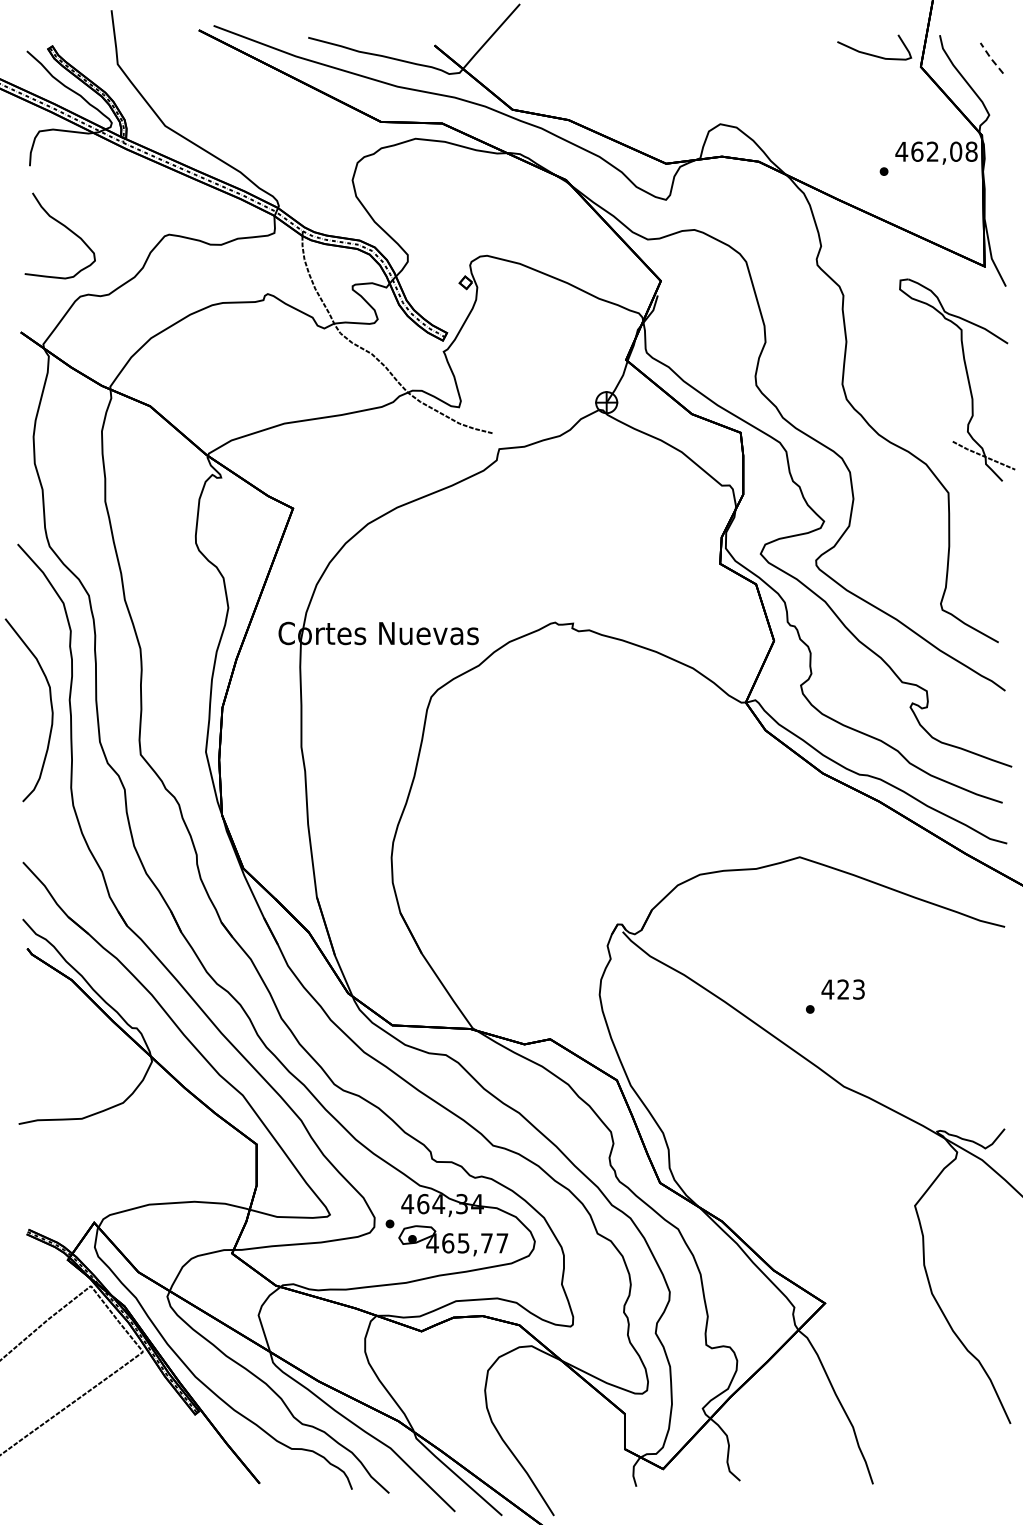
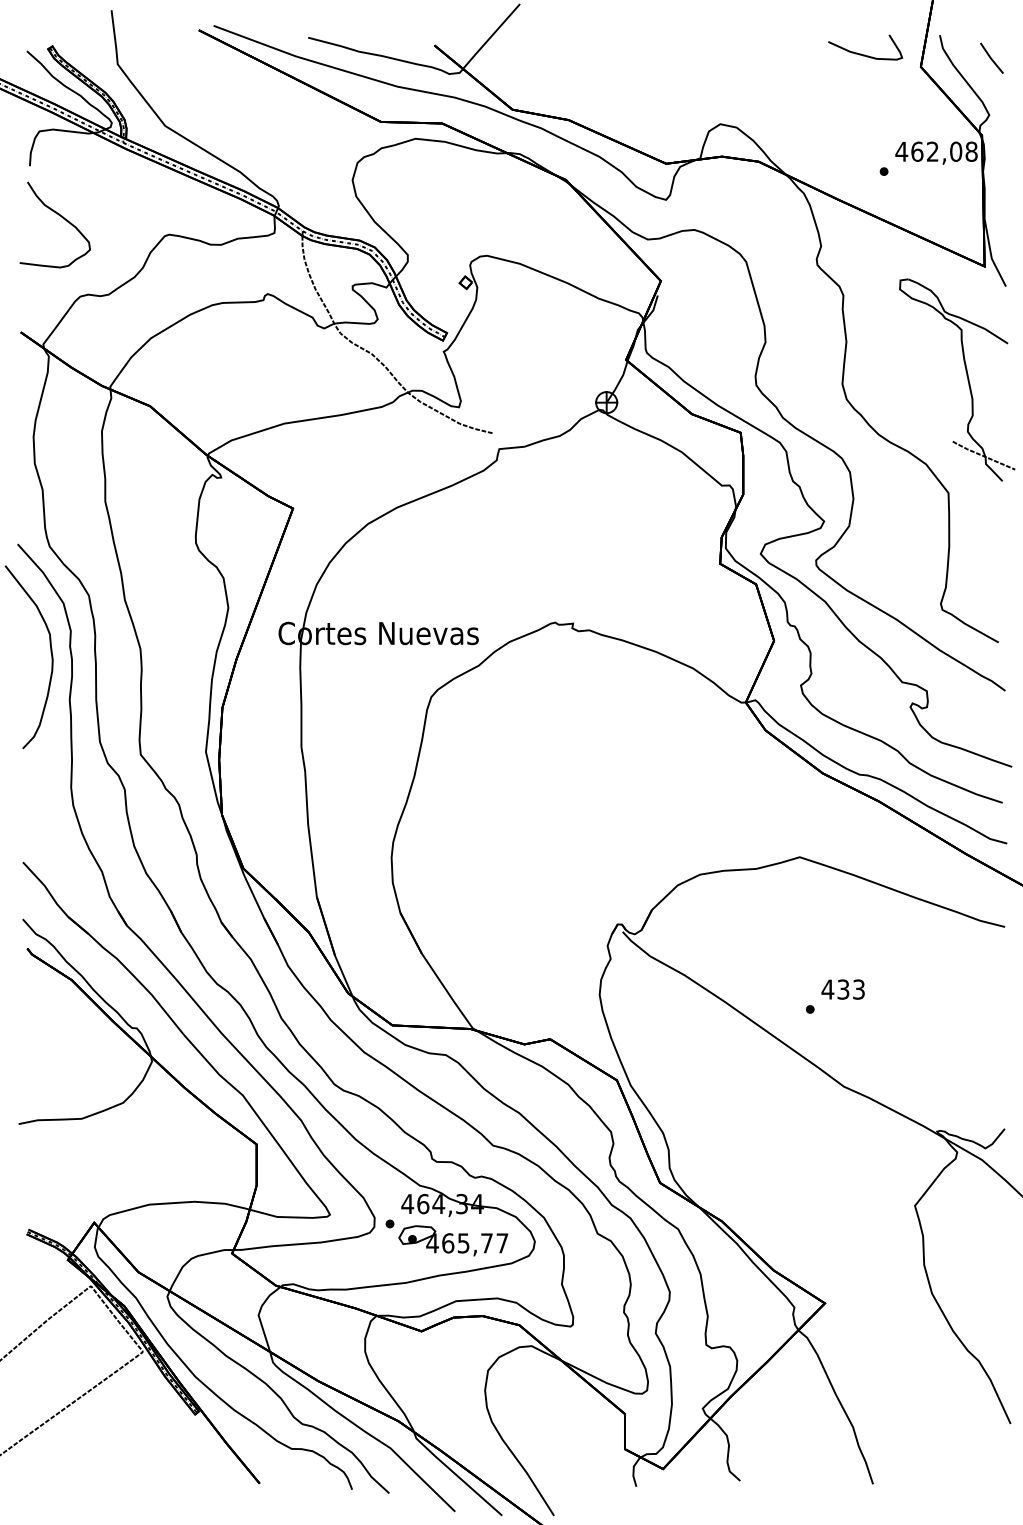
curve at (873, 54) position: (873, 54) -> (864, 54)
line at (990, 58): dashed -> solid
curve at (63, 226) position: (63, 226) -> (58, 215)
curve at (50, 705) position: (50, 705) -> (50, 652)
text at (843, 989): 423 -> 433
